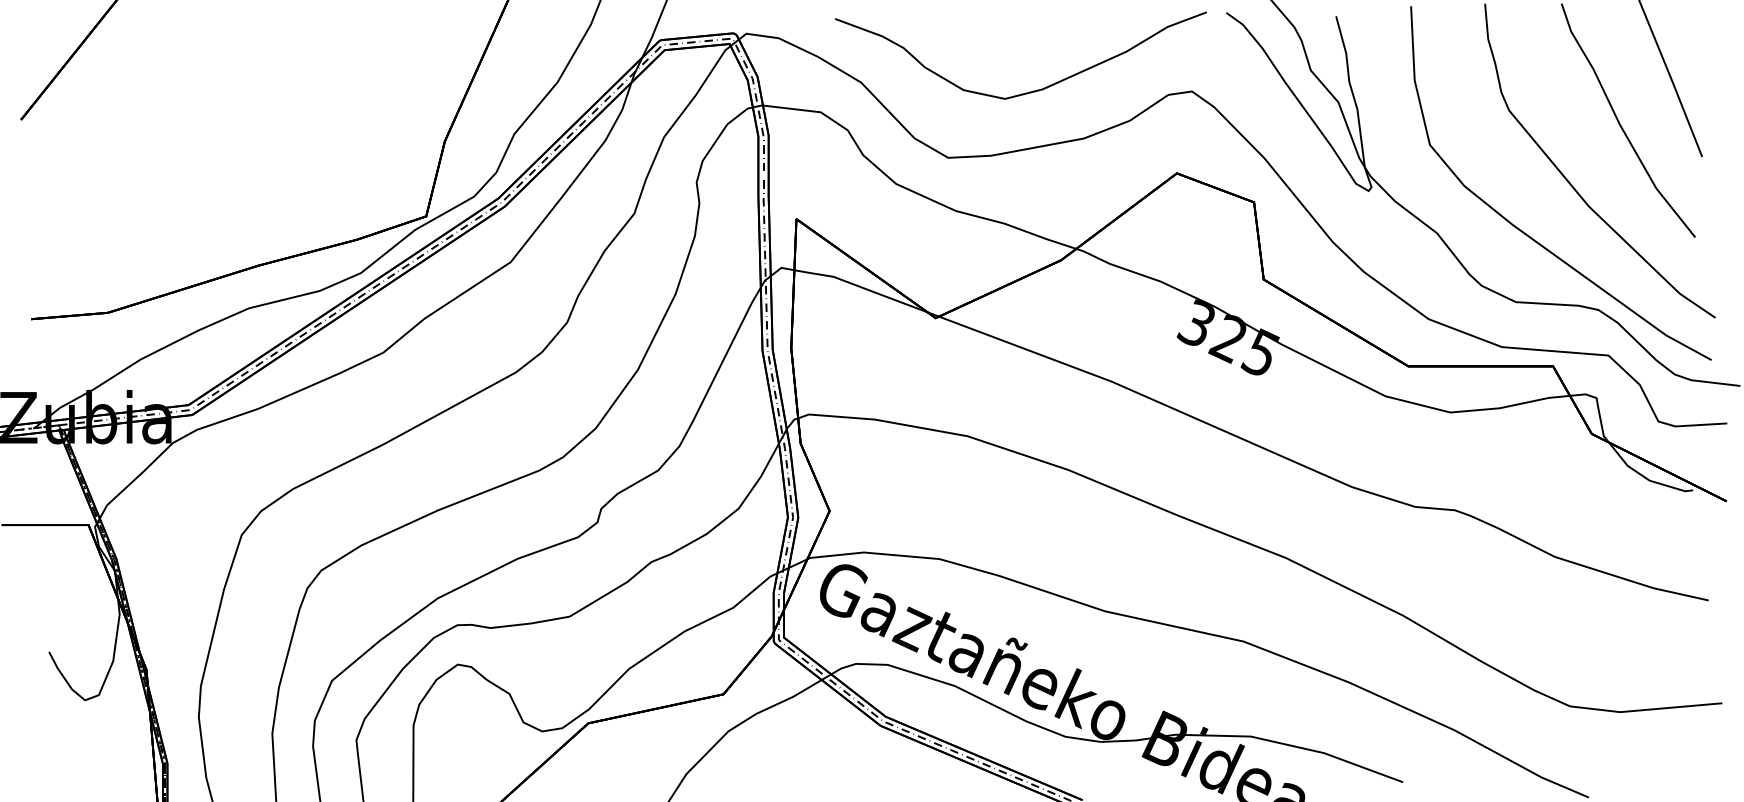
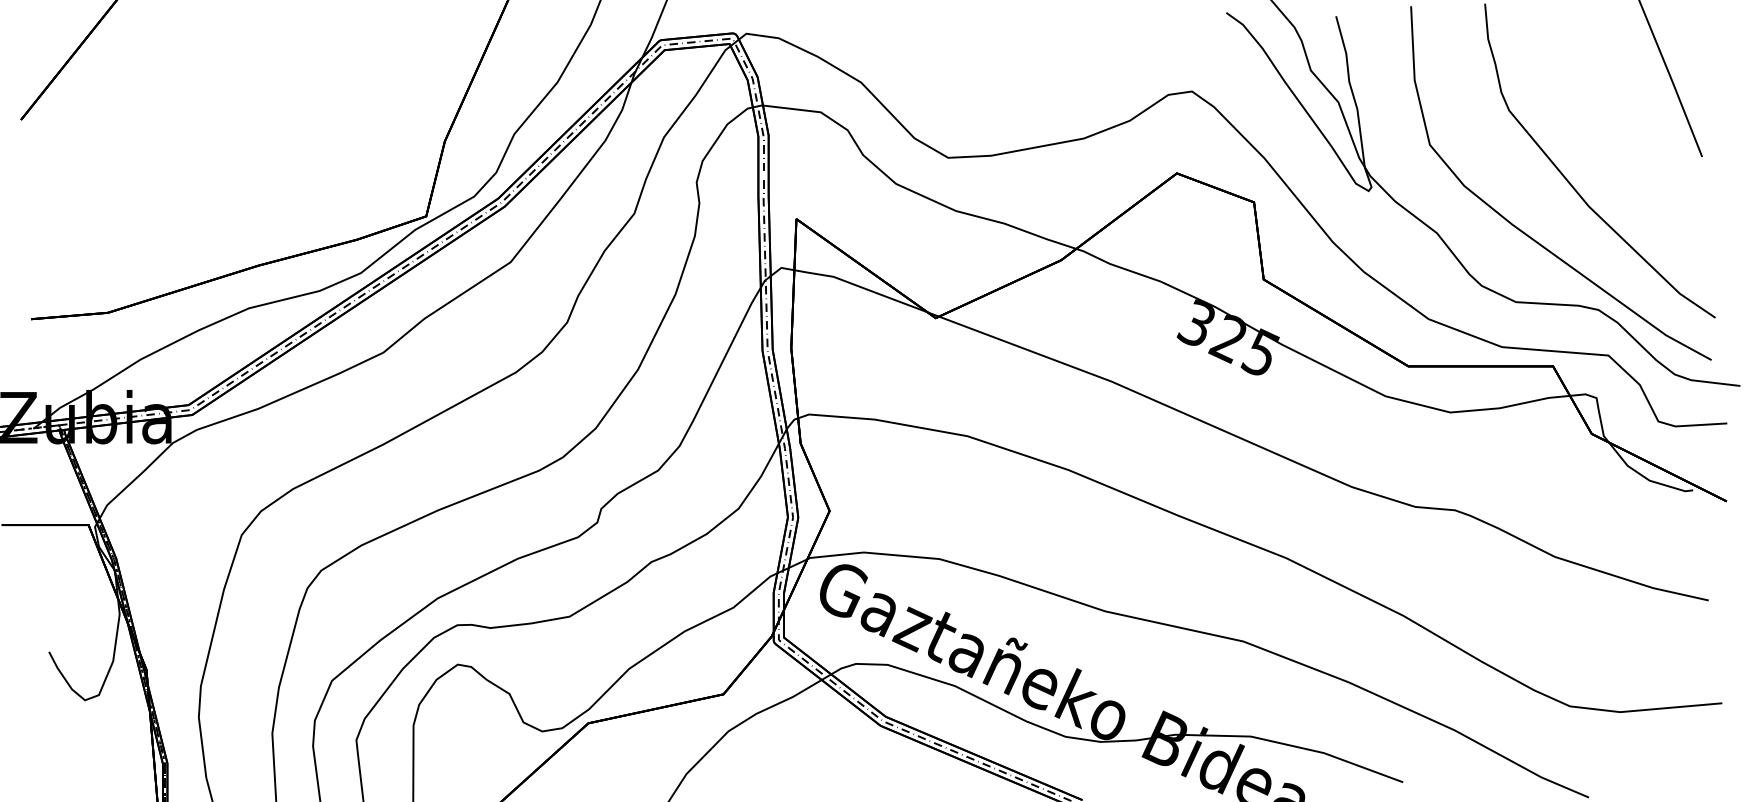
curve at (1029, 91): present -> none
curve at (1620, 123): present -> none
